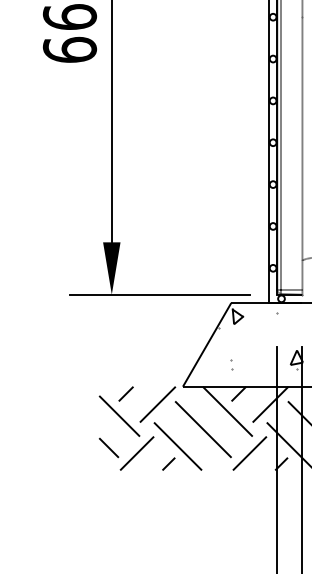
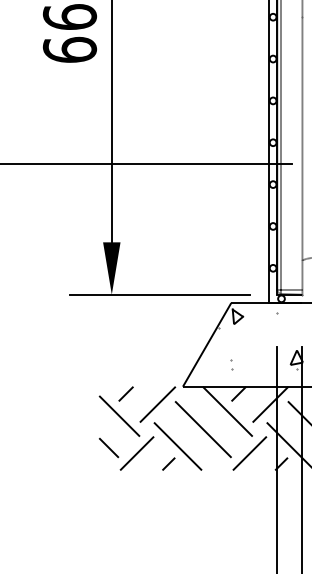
line at (147, 163): none -> present
